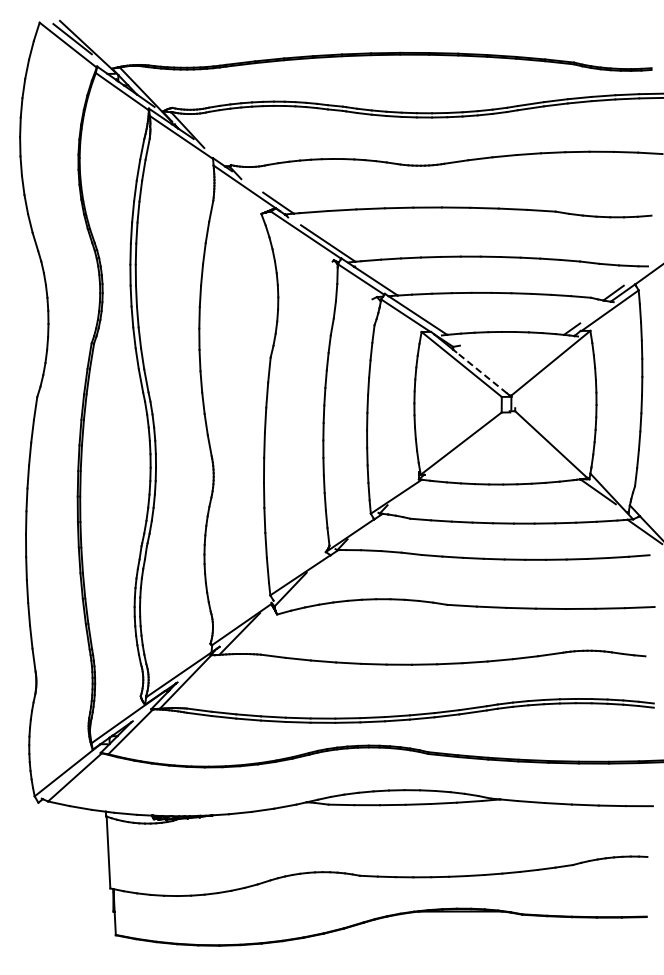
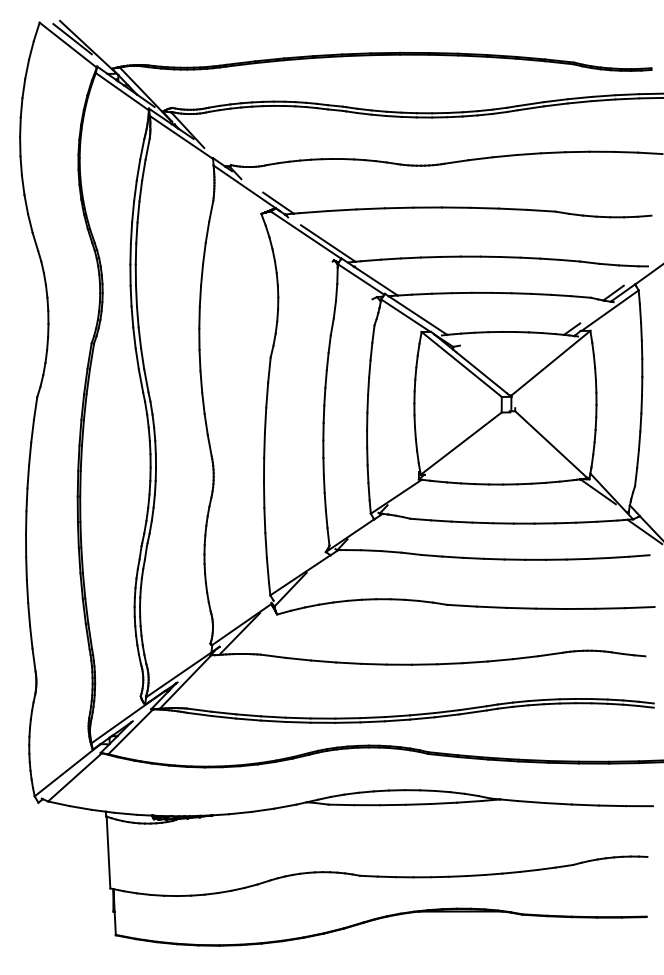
line at (481, 372): dashed -> solid
